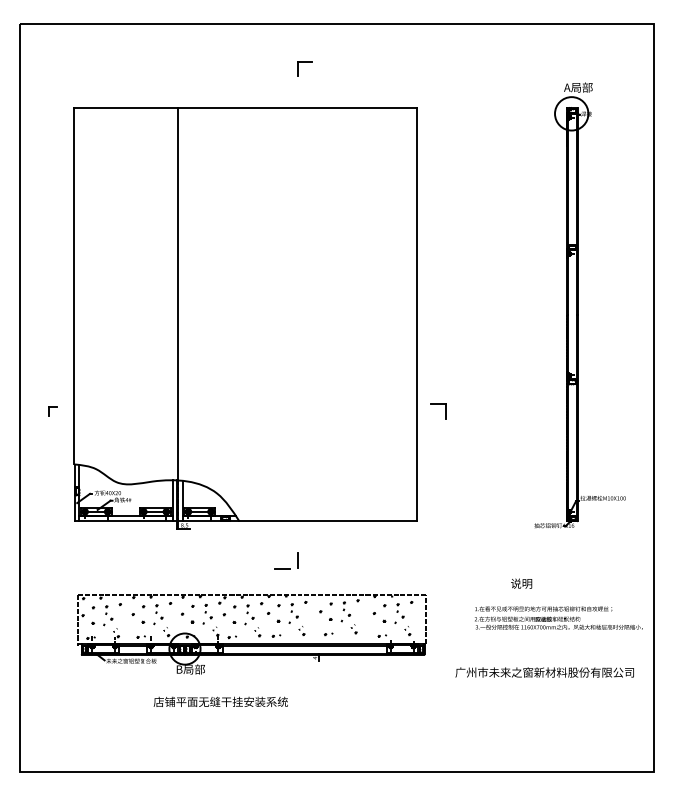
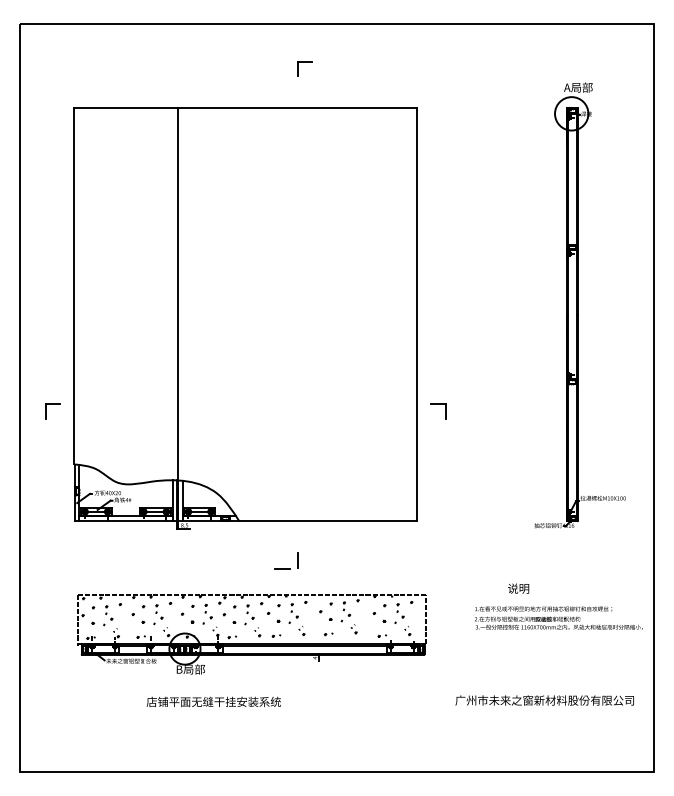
part at (52, 411) size: 10x11 px -> 16x17 px
text at (521, 583) position: (521, 583) -> (518, 588)
text at (544, 672) position: (544, 672) -> (544, 700)
text at (220, 701) position: (220, 701) -> (213, 701)
